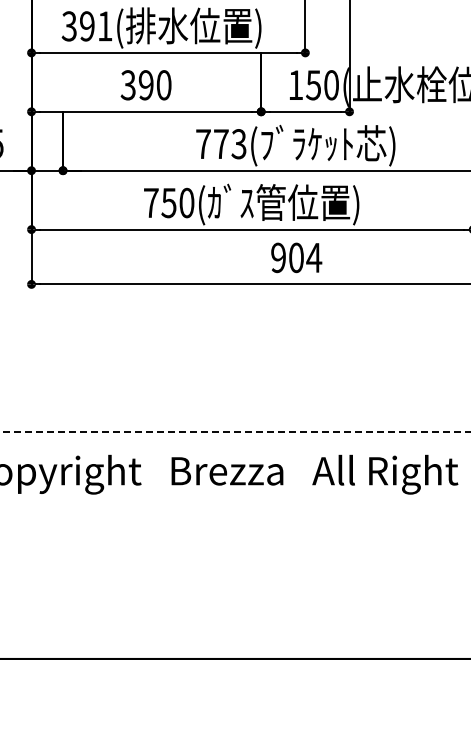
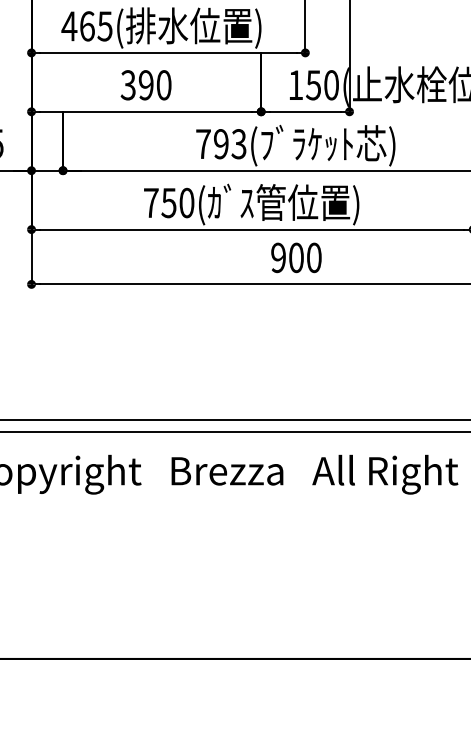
text at (86, 26): 391( -> 465(
text at (221, 144): 773( -> 793(
text at (314, 257): 904 -> 900
line at (234, 419): none -> present
line at (235, 431): dashed -> solid
